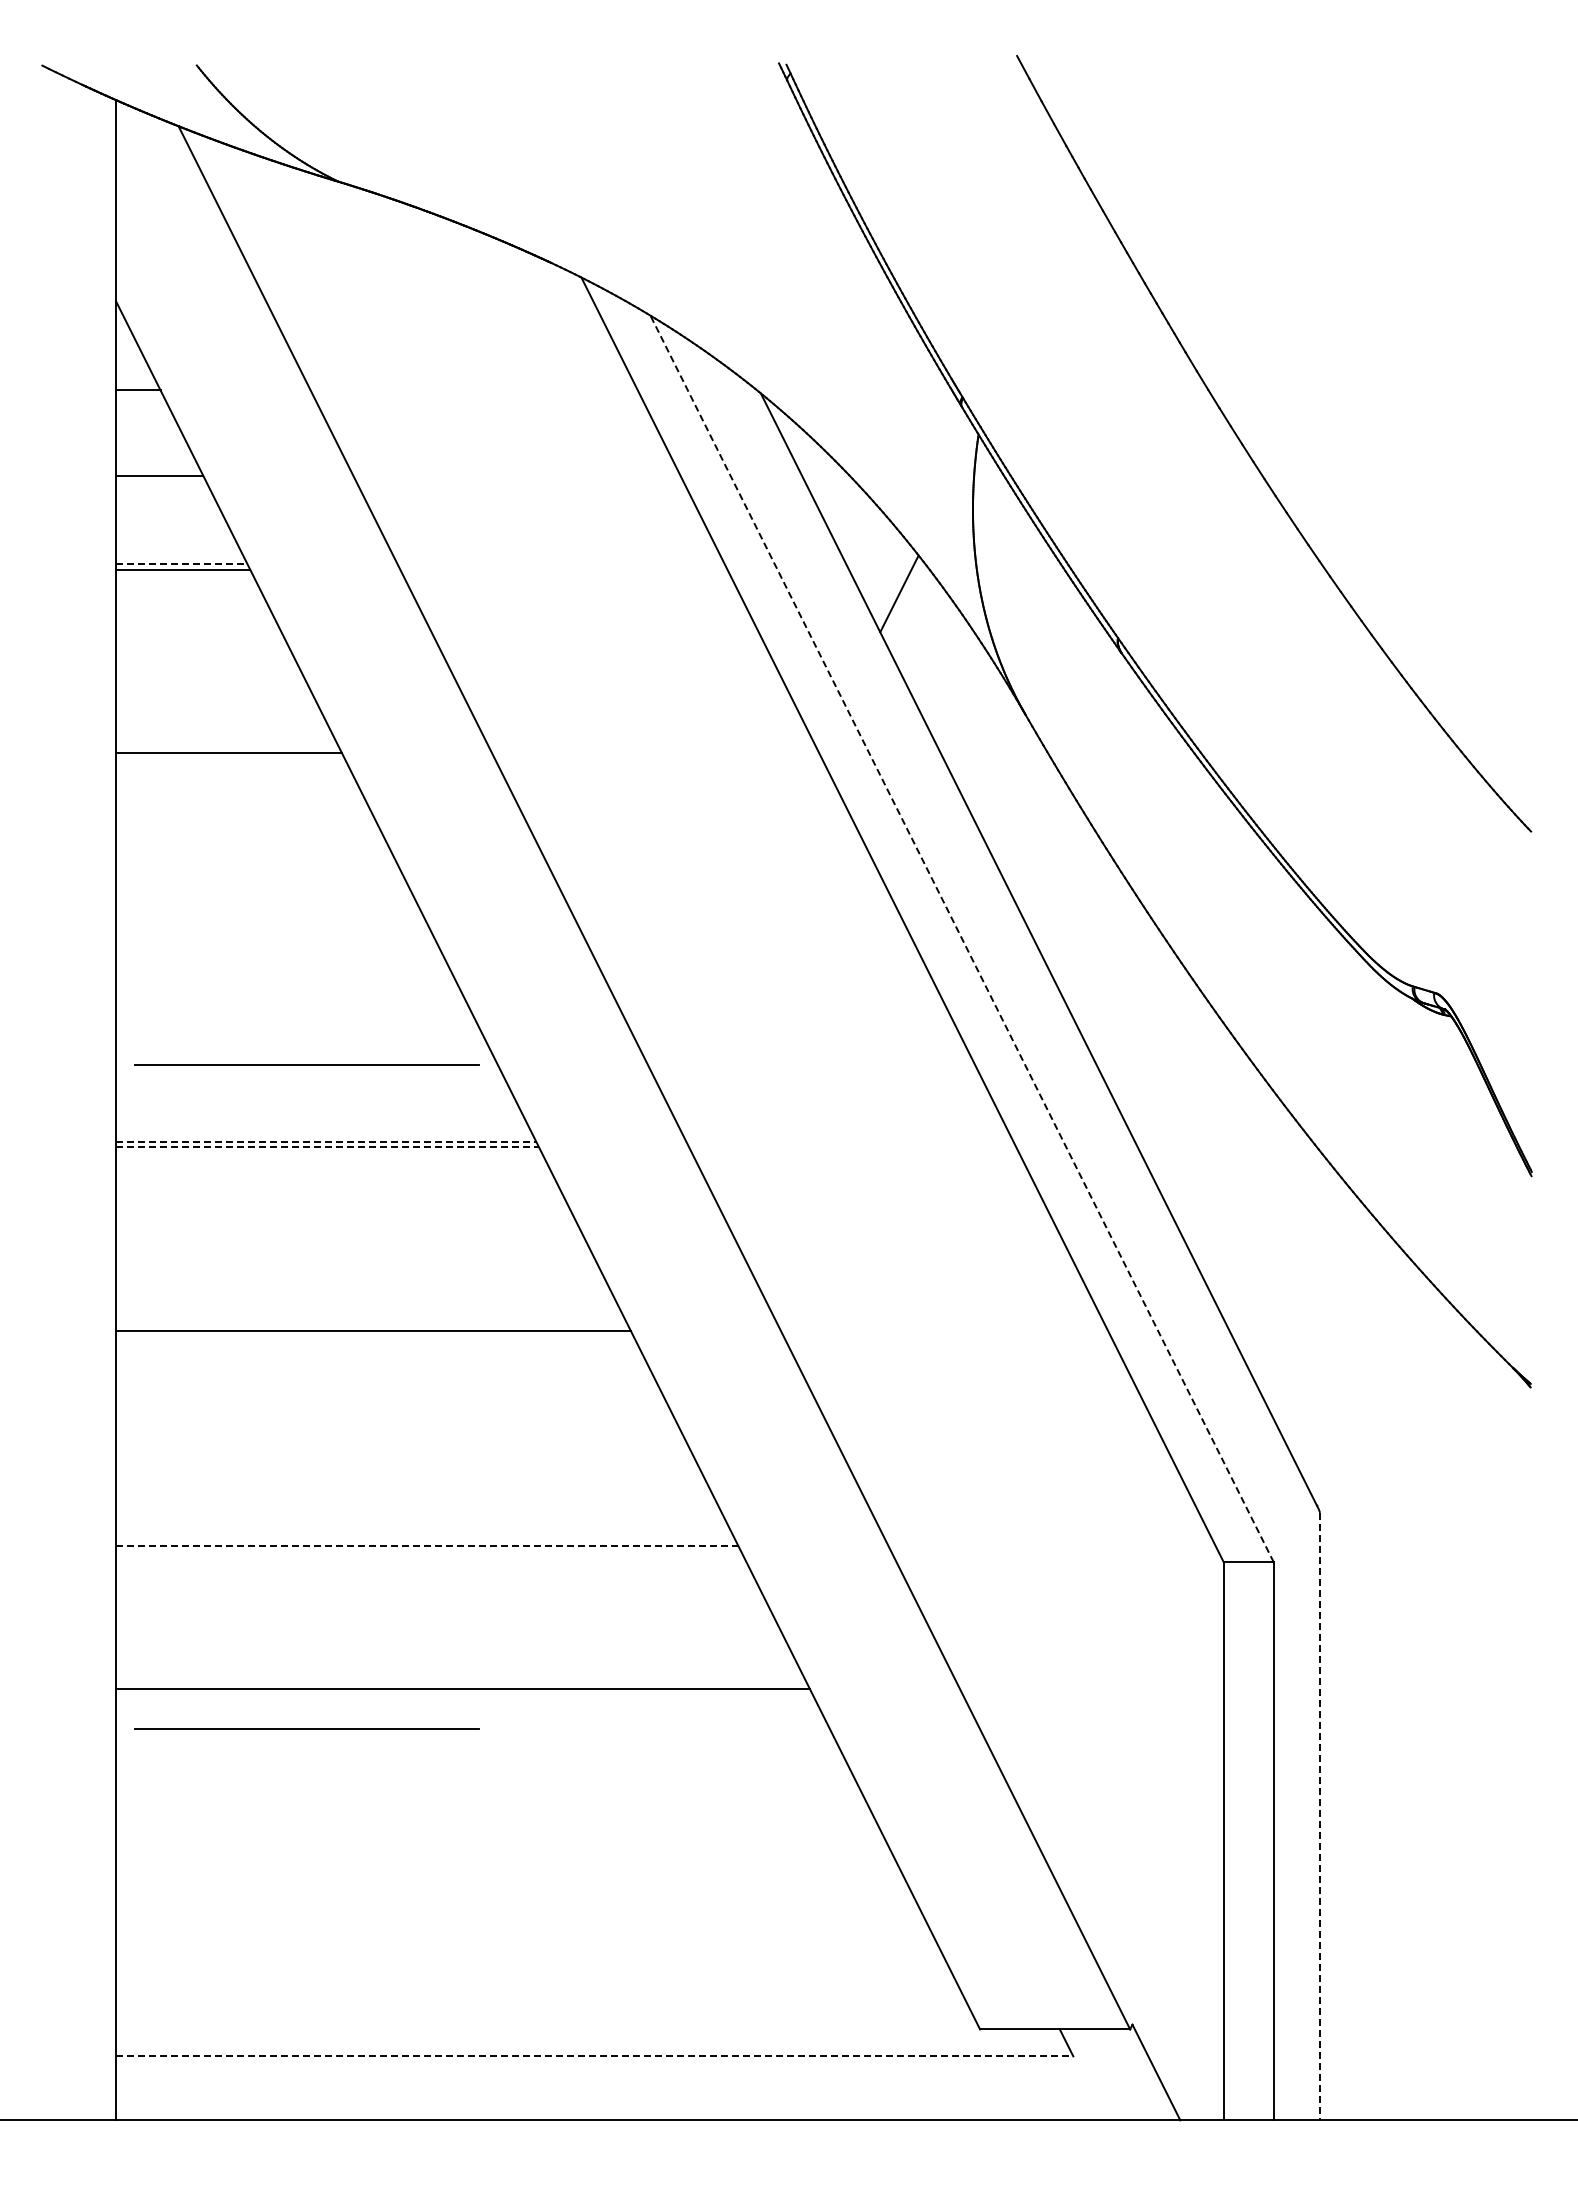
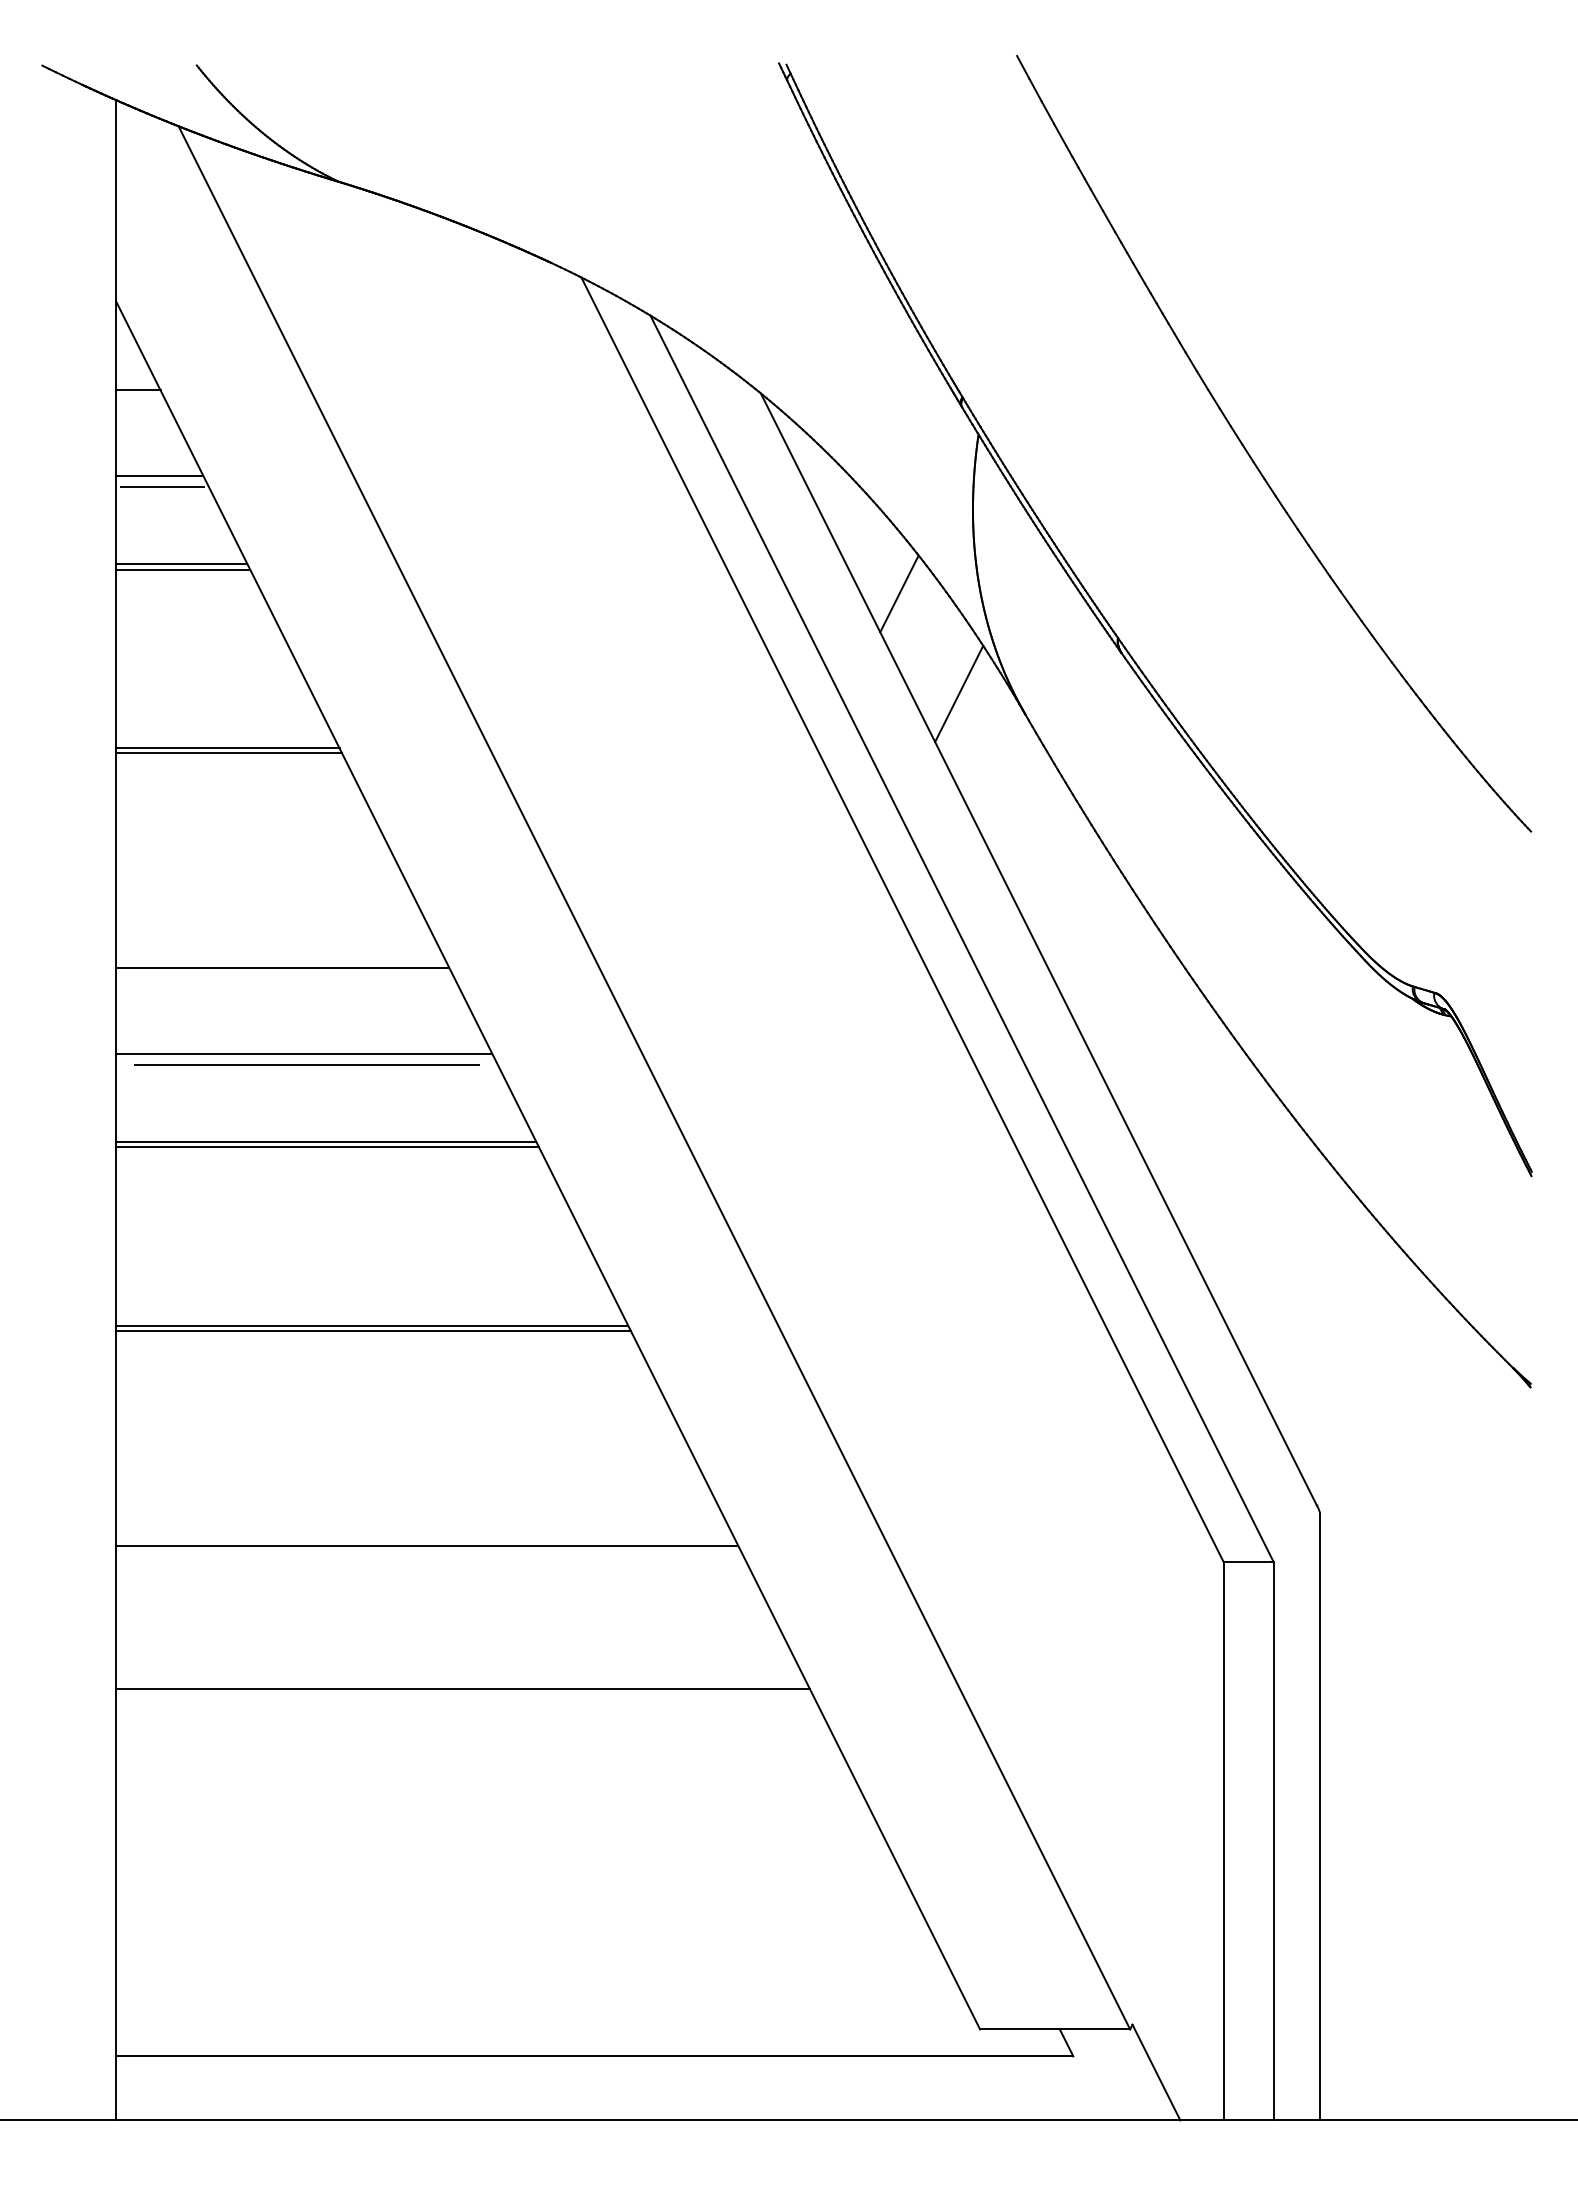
line at (162, 487): none -> present
line at (181, 564): dashed -> solid
line at (959, 693): none -> present
line at (227, 748): none -> present
line at (961, 938): dashed -> solid
line at (282, 968): none -> present
line at (304, 1053): none -> present
line at (326, 1141): dashed -> solid
line at (328, 1147): dashed -> solid
line at (372, 1326): none -> present
line at (427, 1545): dashed -> solid
line at (306, 1728): present -> none
line at (1320, 1816): dashed -> solid
line at (594, 2056): dashed -> solid
